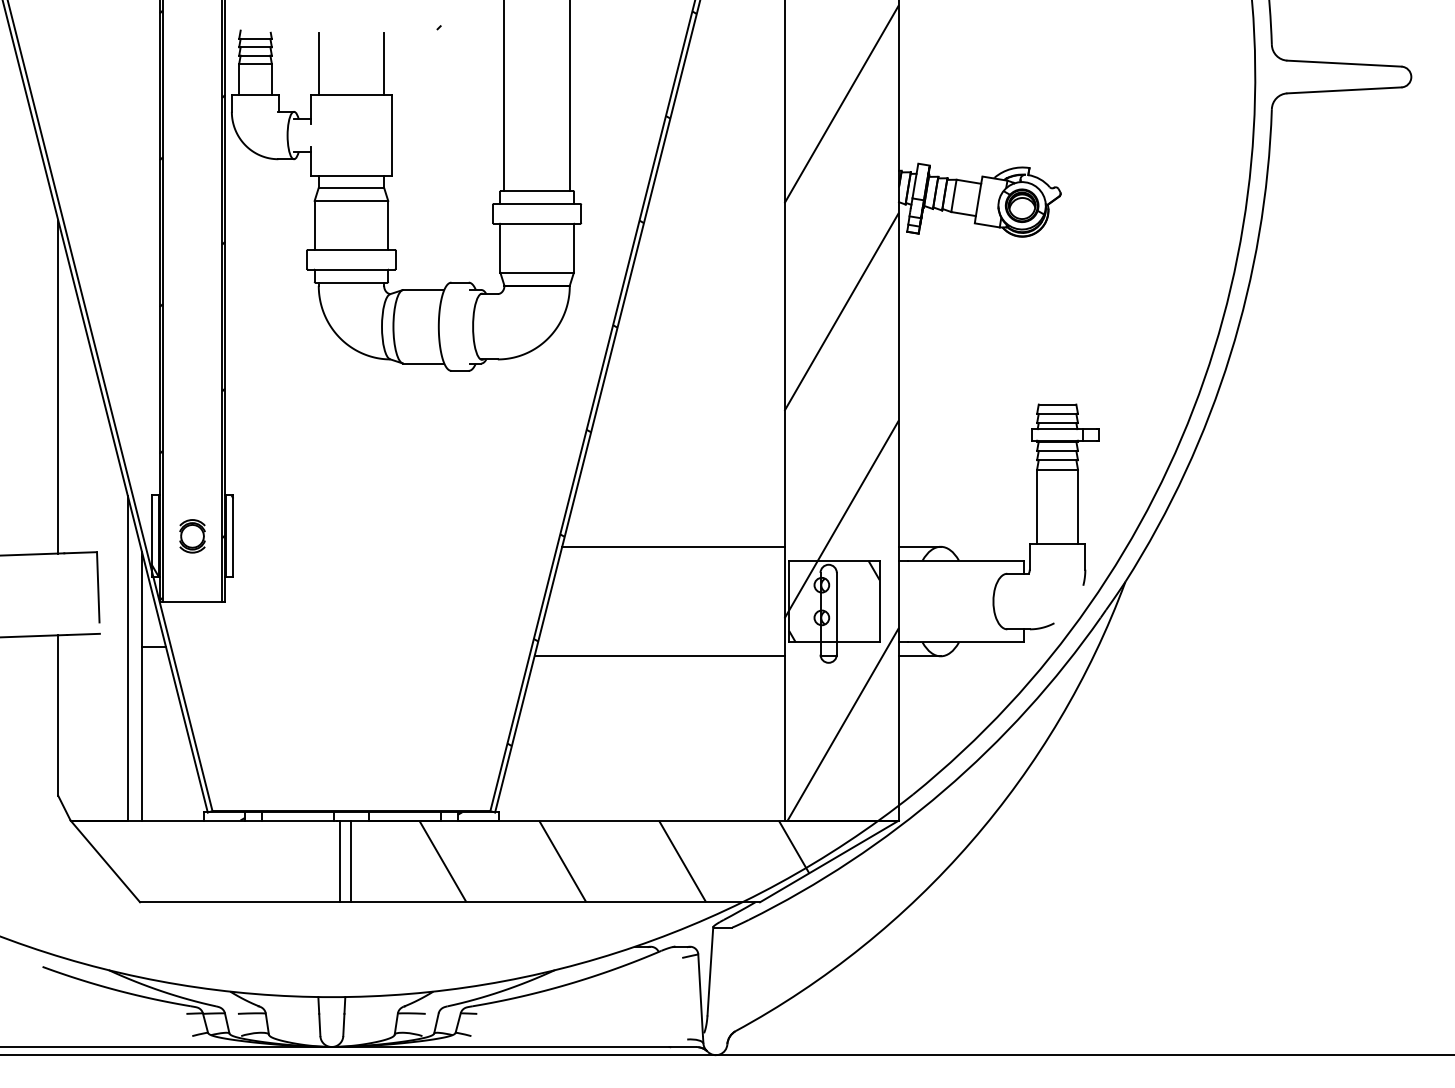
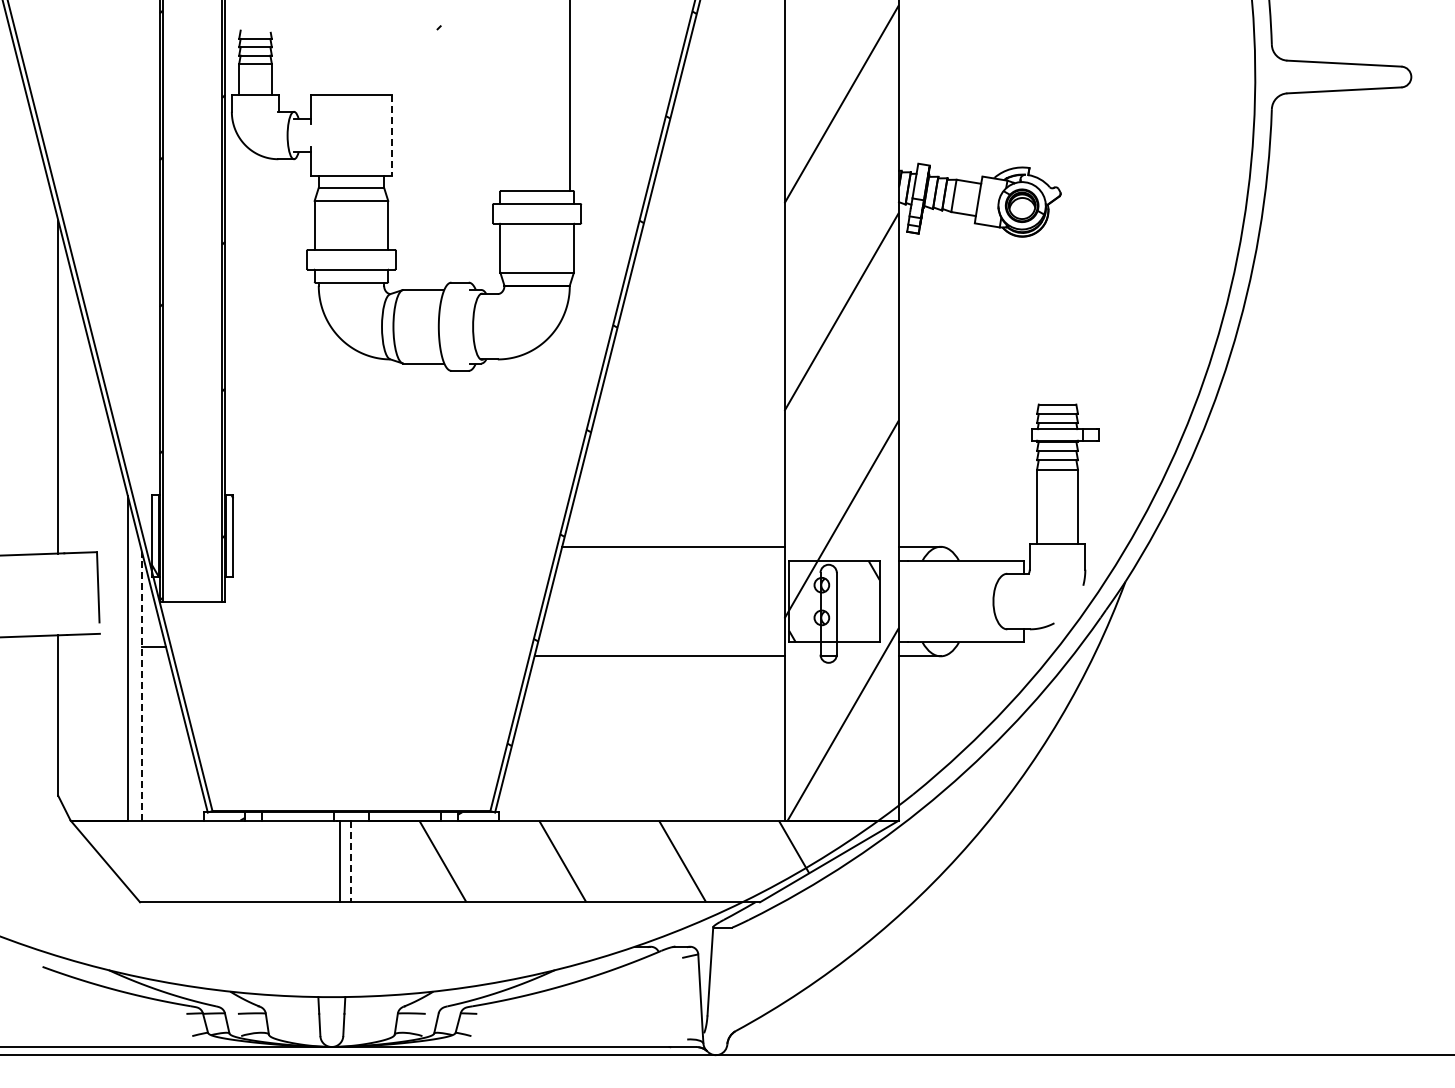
line at (318, 63): present -> none
line at (384, 63): present -> none
line at (504, 96): present -> none
line at (392, 135): solid -> dashed
part at (192, 536): present -> none
line at (141, 685): solid -> dashed
line at (351, 861): solid -> dashed
